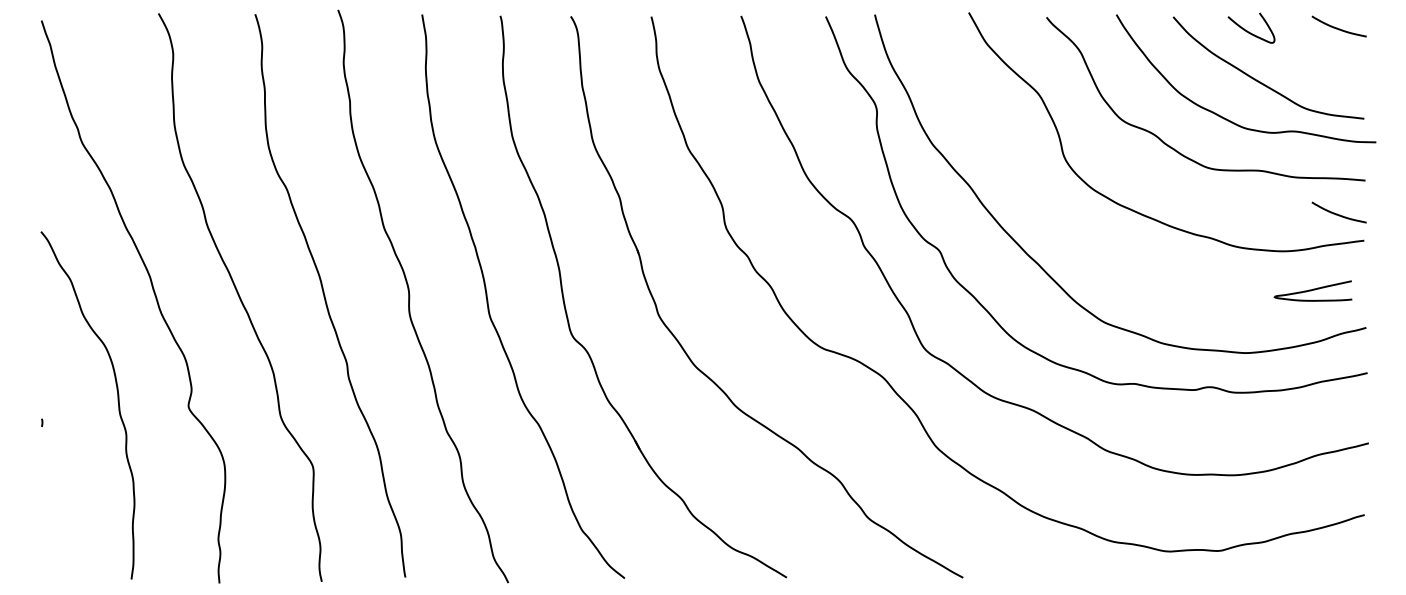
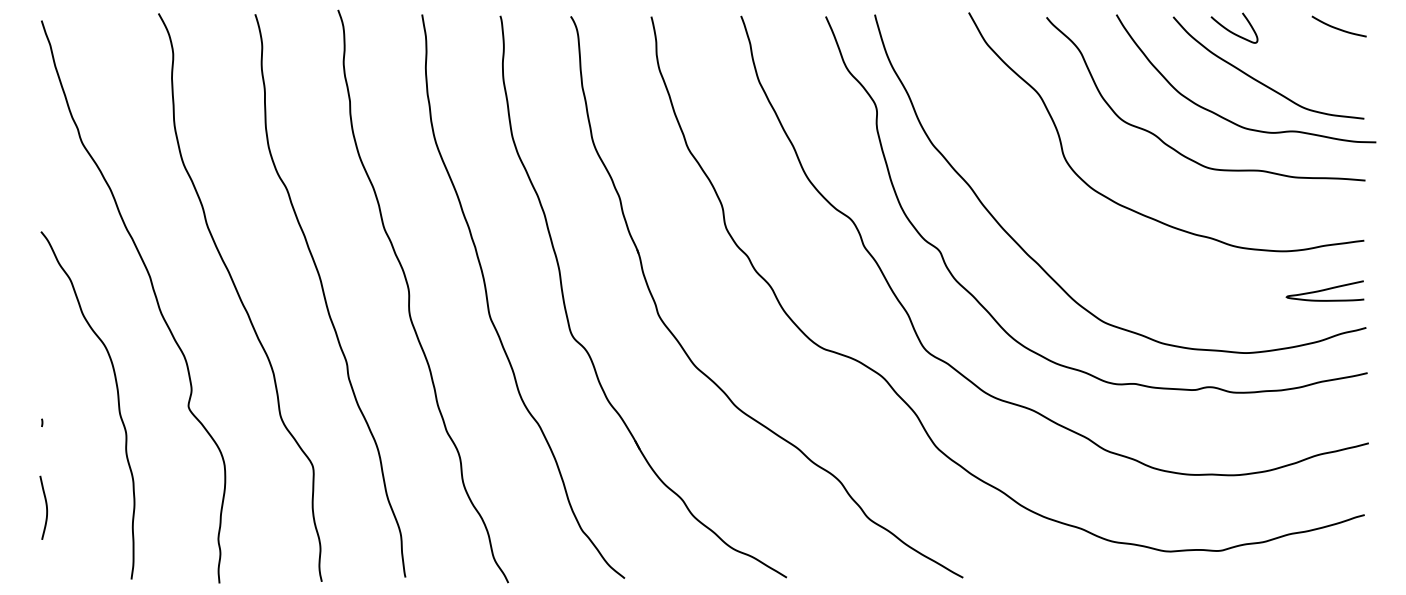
curve at (1249, 31) position: (1249, 31) -> (1232, 31)
curve at (1337, 213): present -> none
curve at (1312, 290) position: (1312, 290) -> (1324, 290)
curve at (45, 505): none -> present
